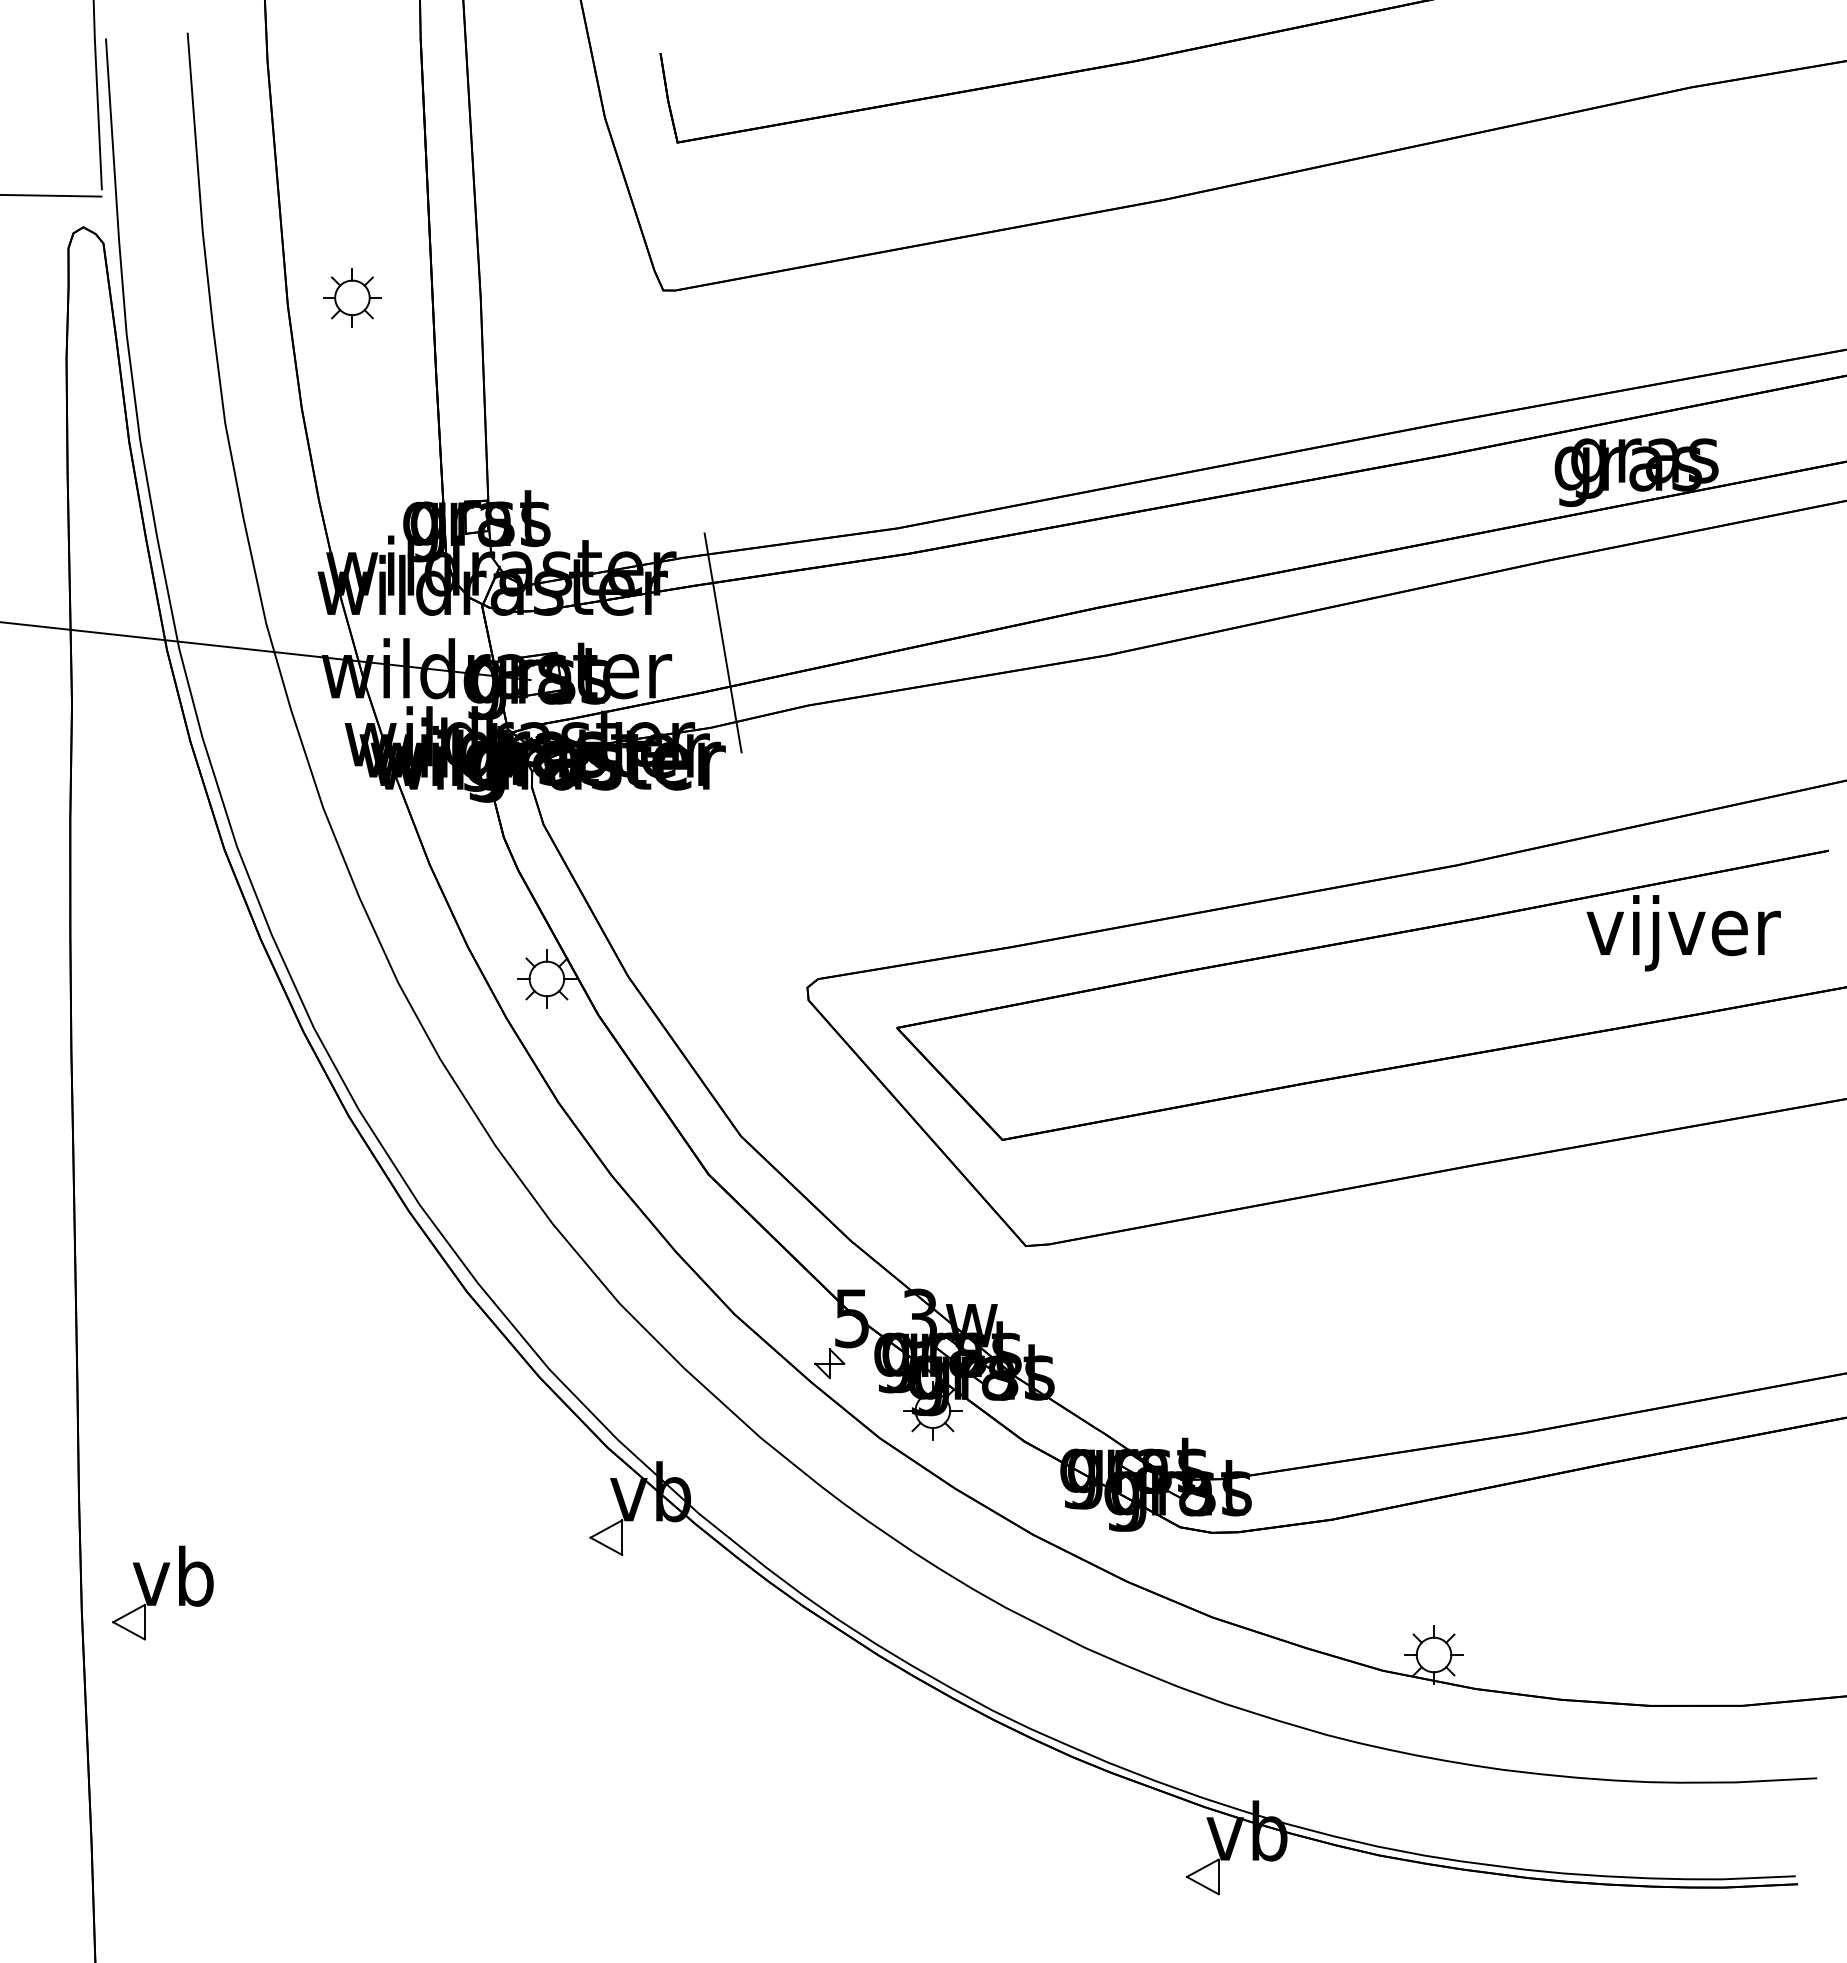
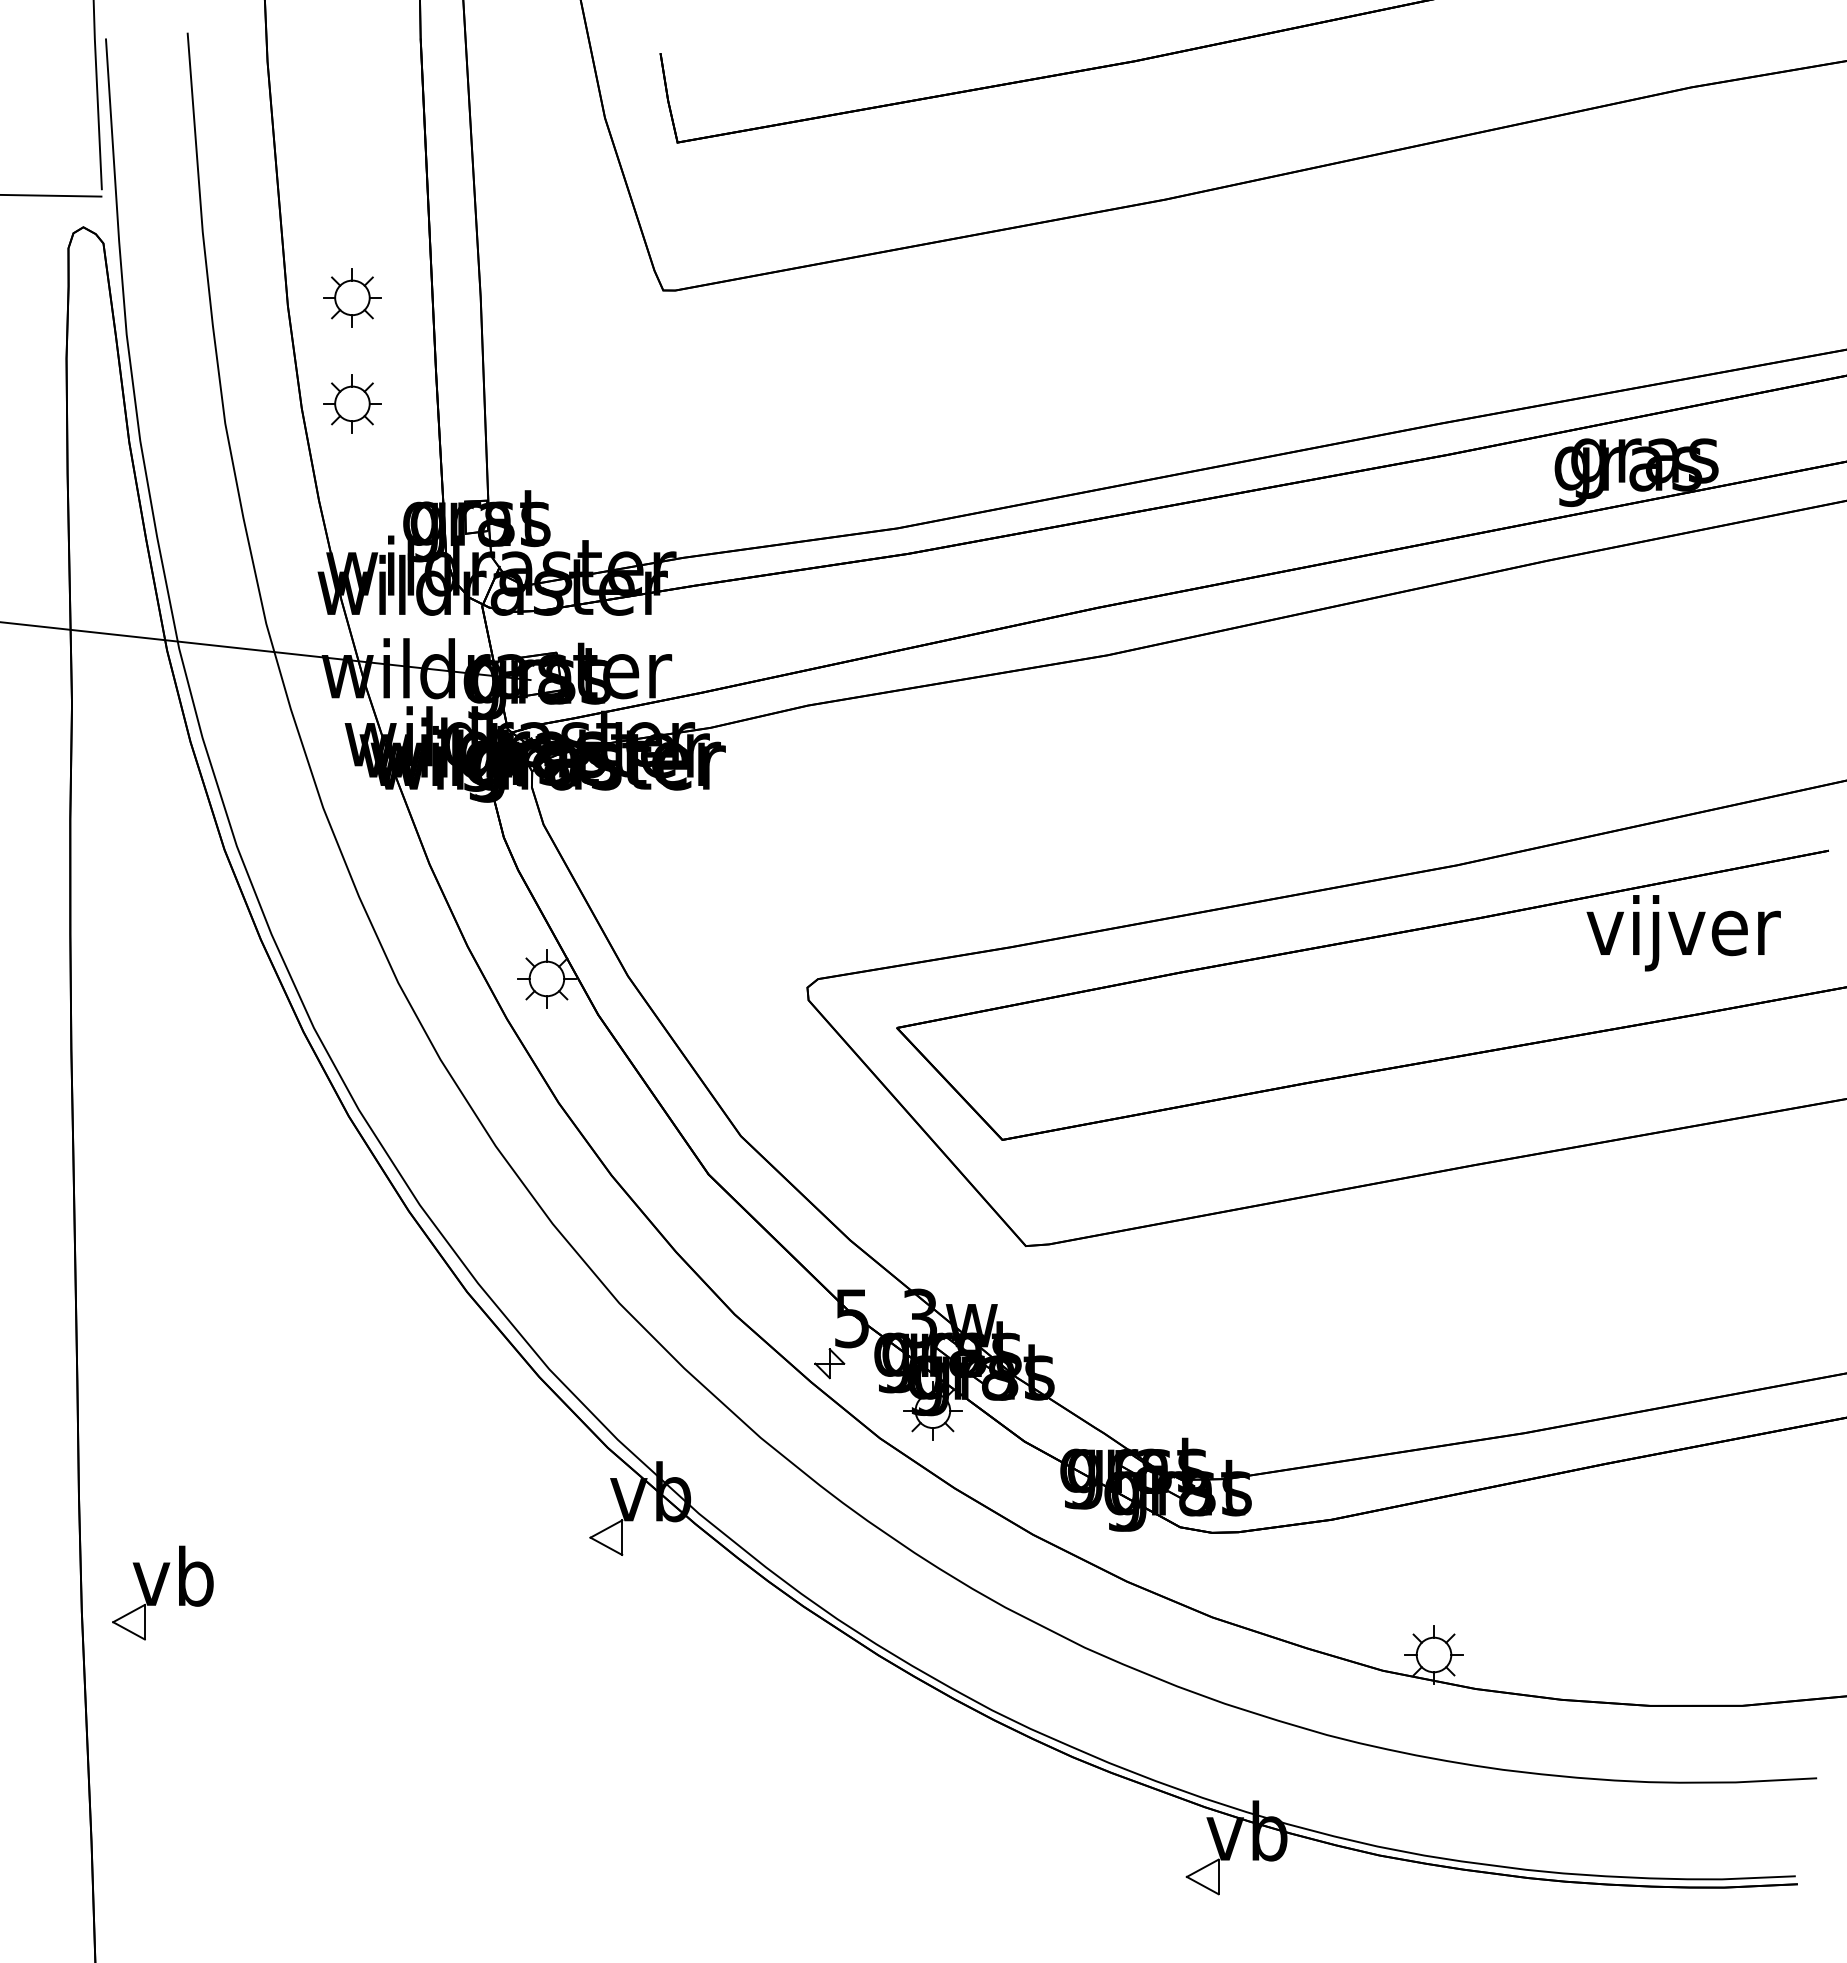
part at (352, 403): none -> present
line at (722, 642): present -> none
